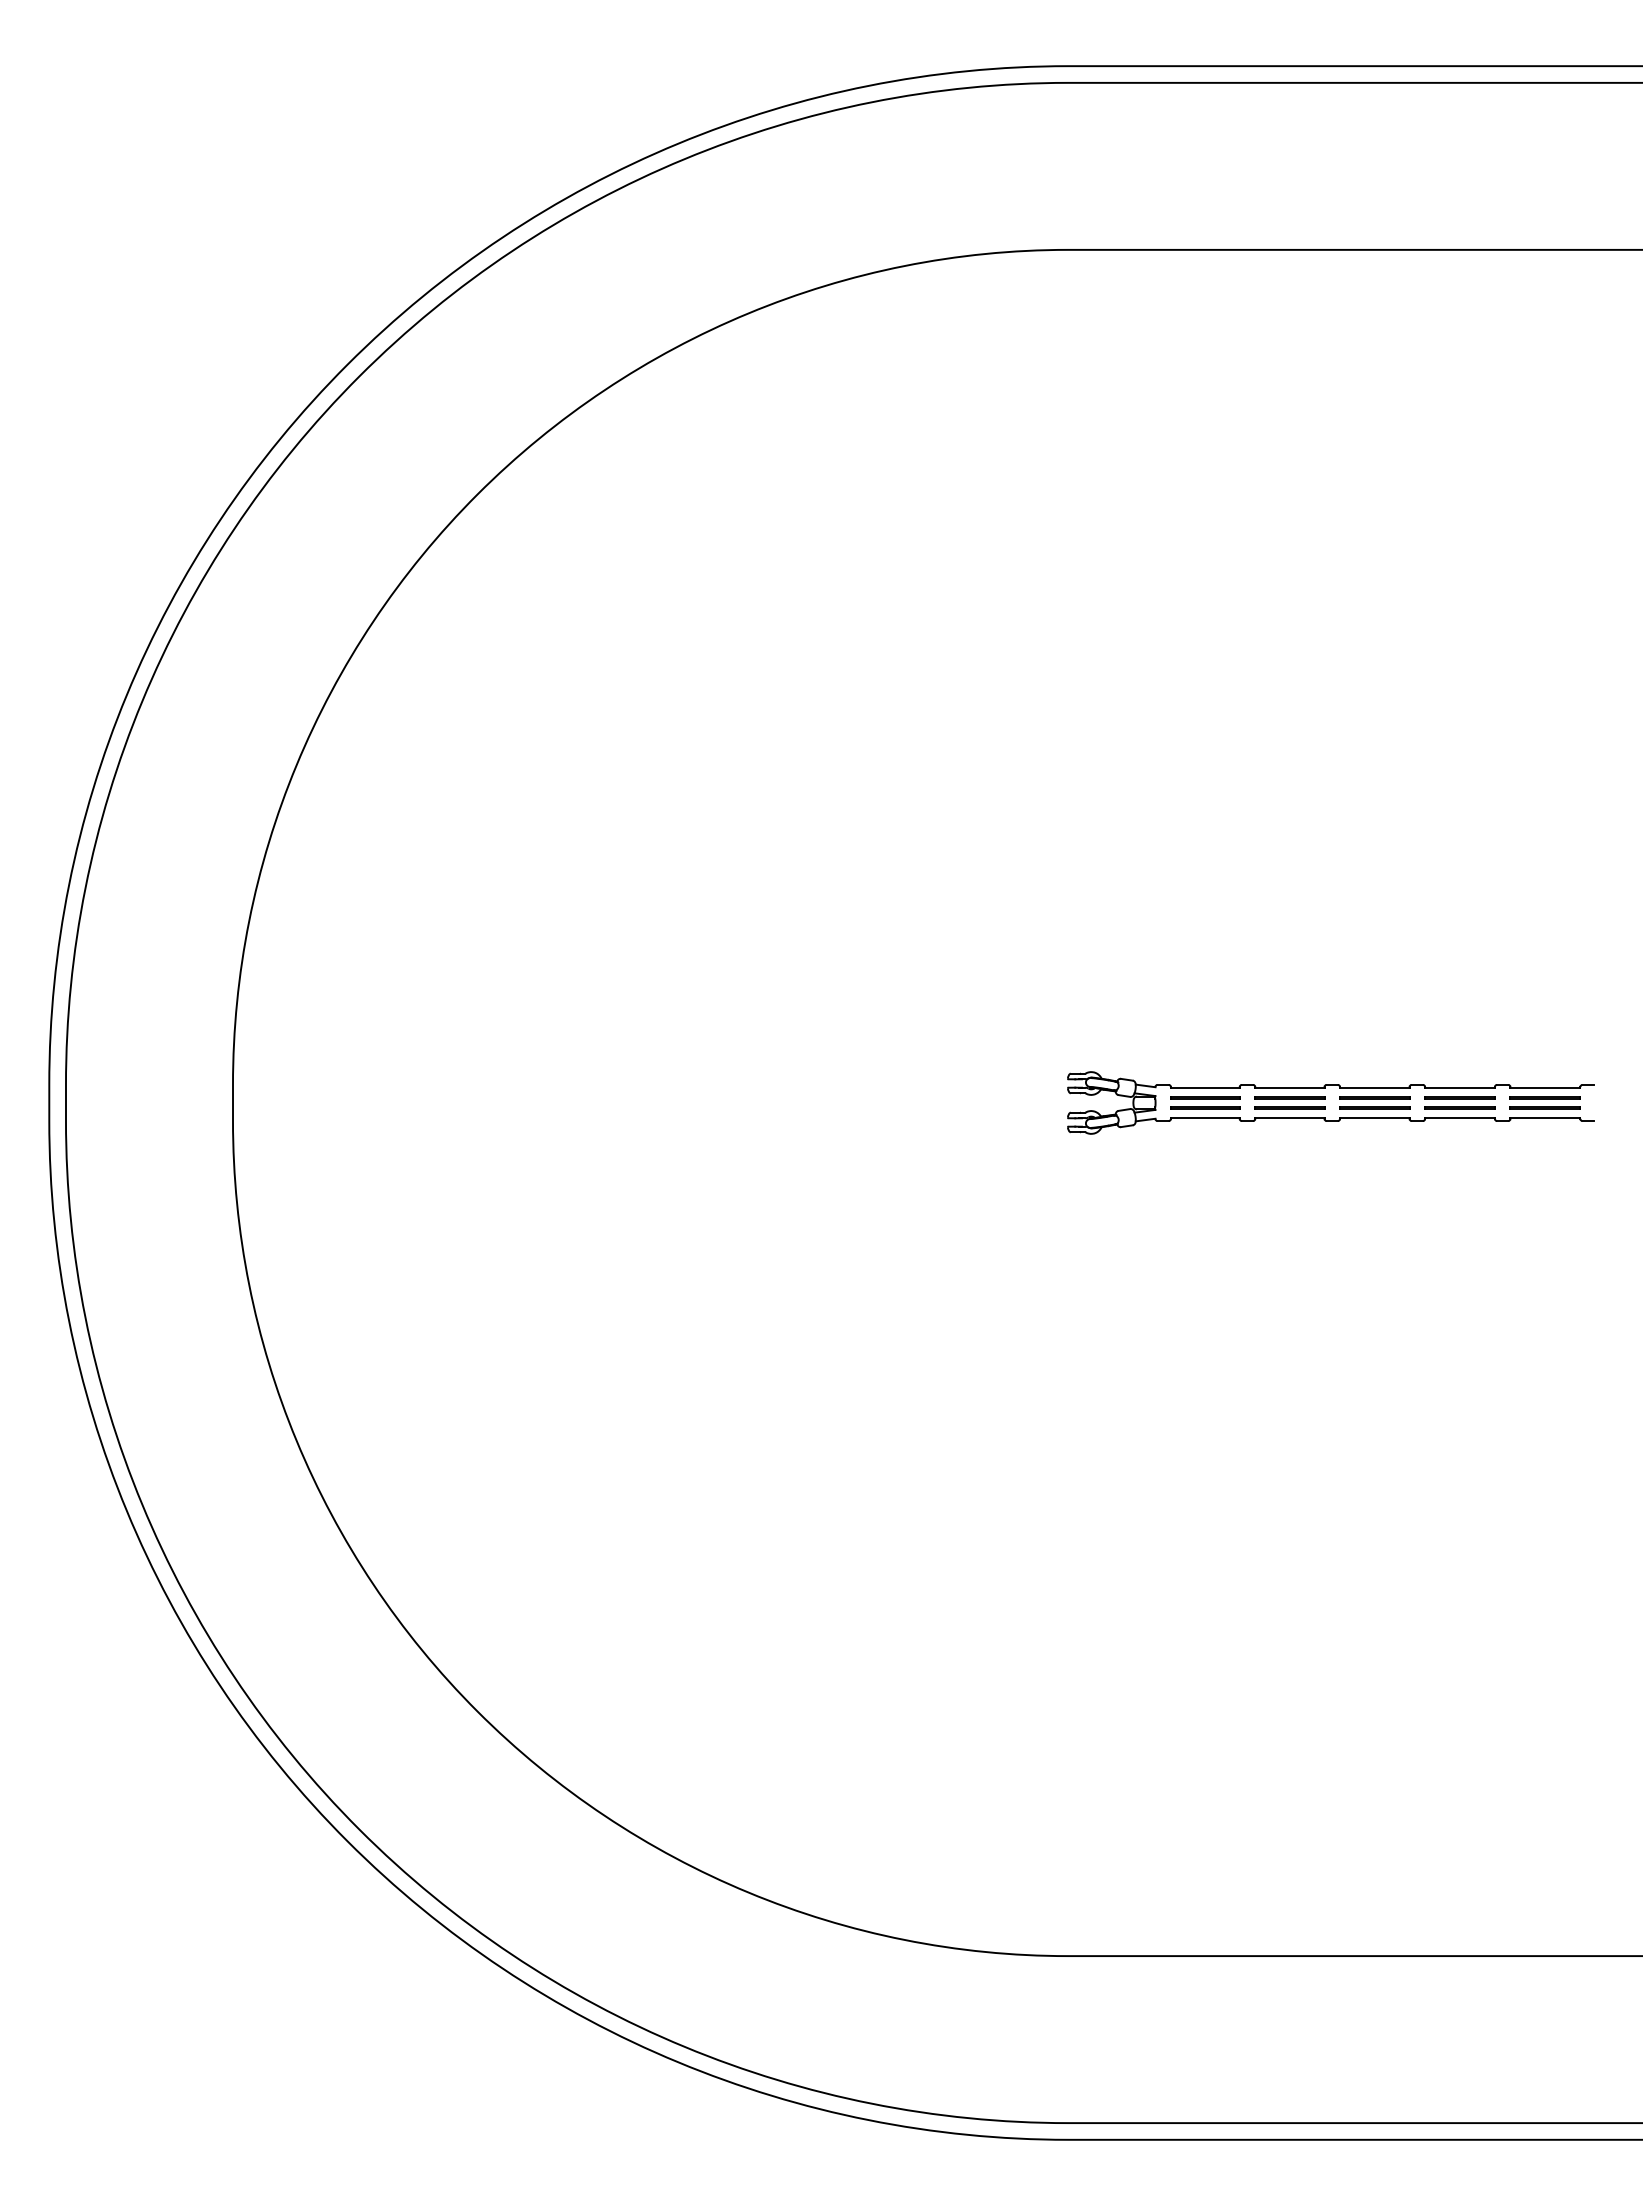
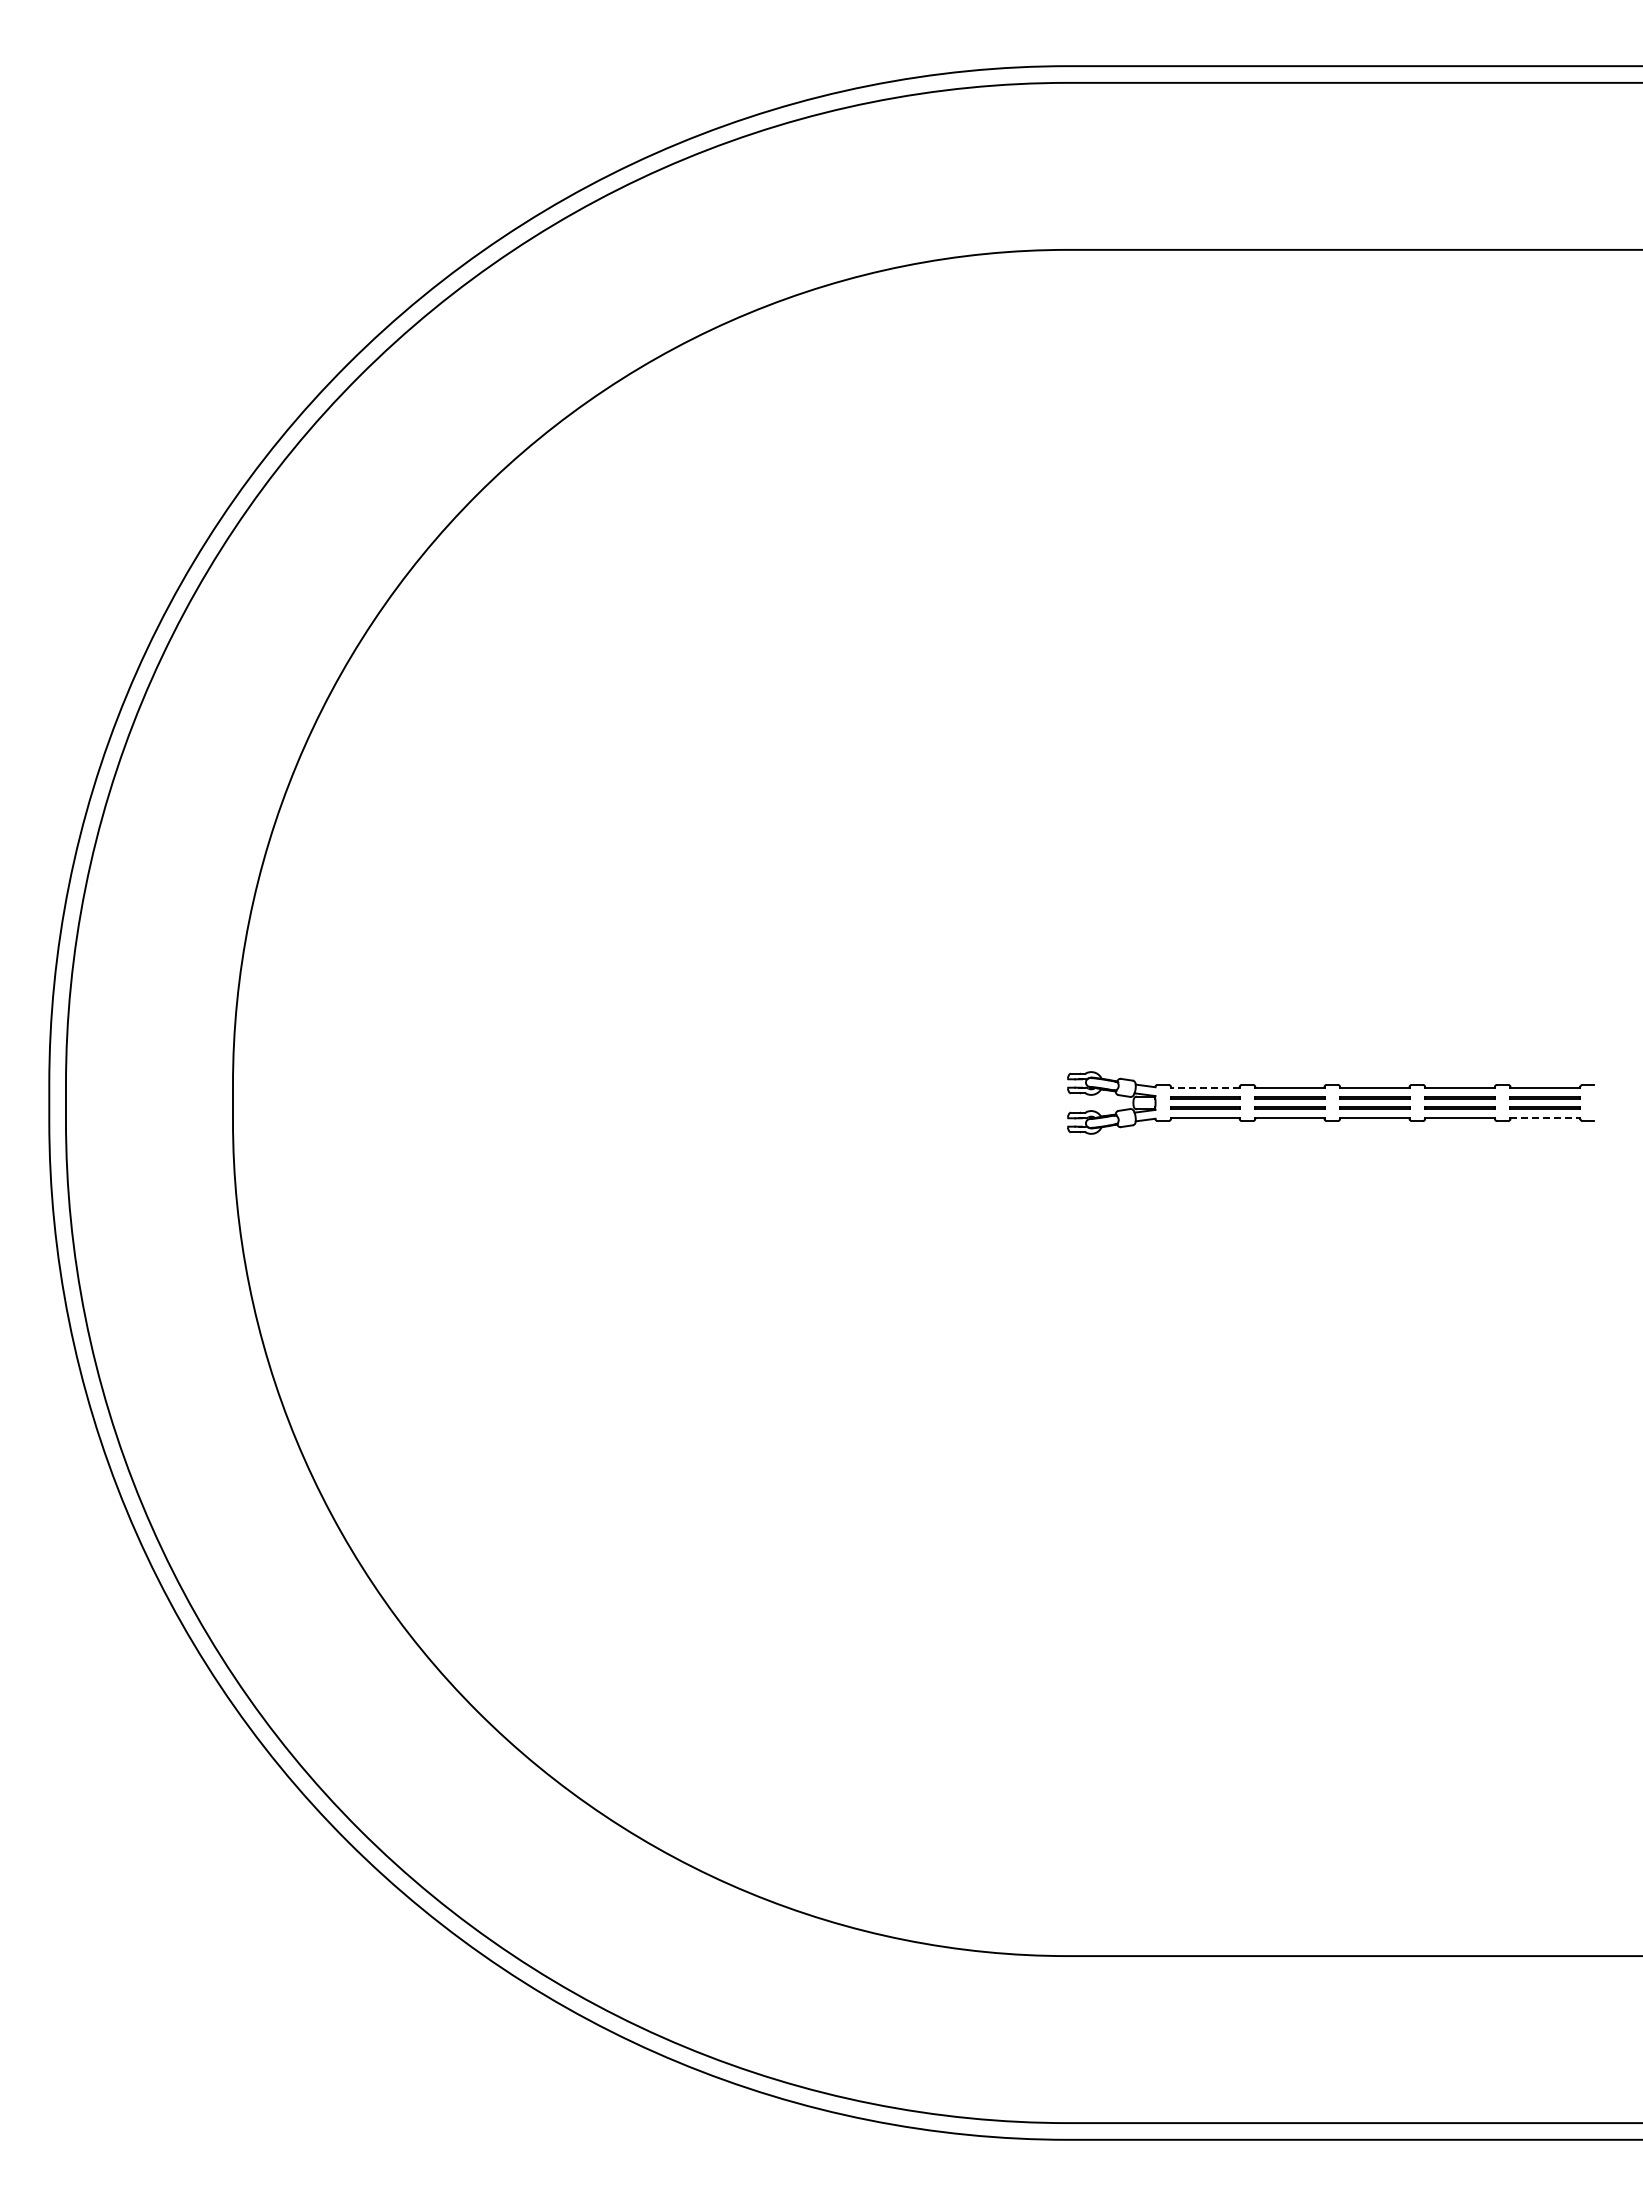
line at (1204, 1088): solid -> dashed
line at (1545, 1117): solid -> dashed
